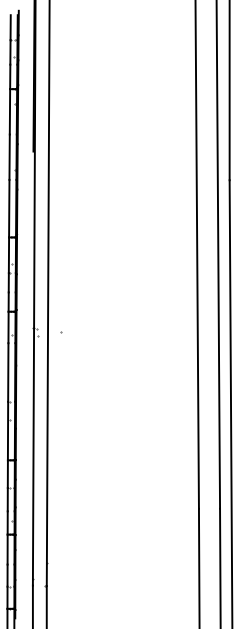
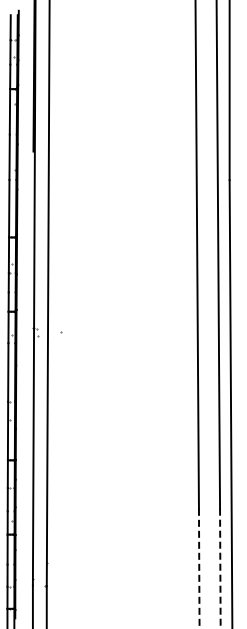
line at (199, 568): solid -> dashed
line at (220, 568): solid -> dashed
